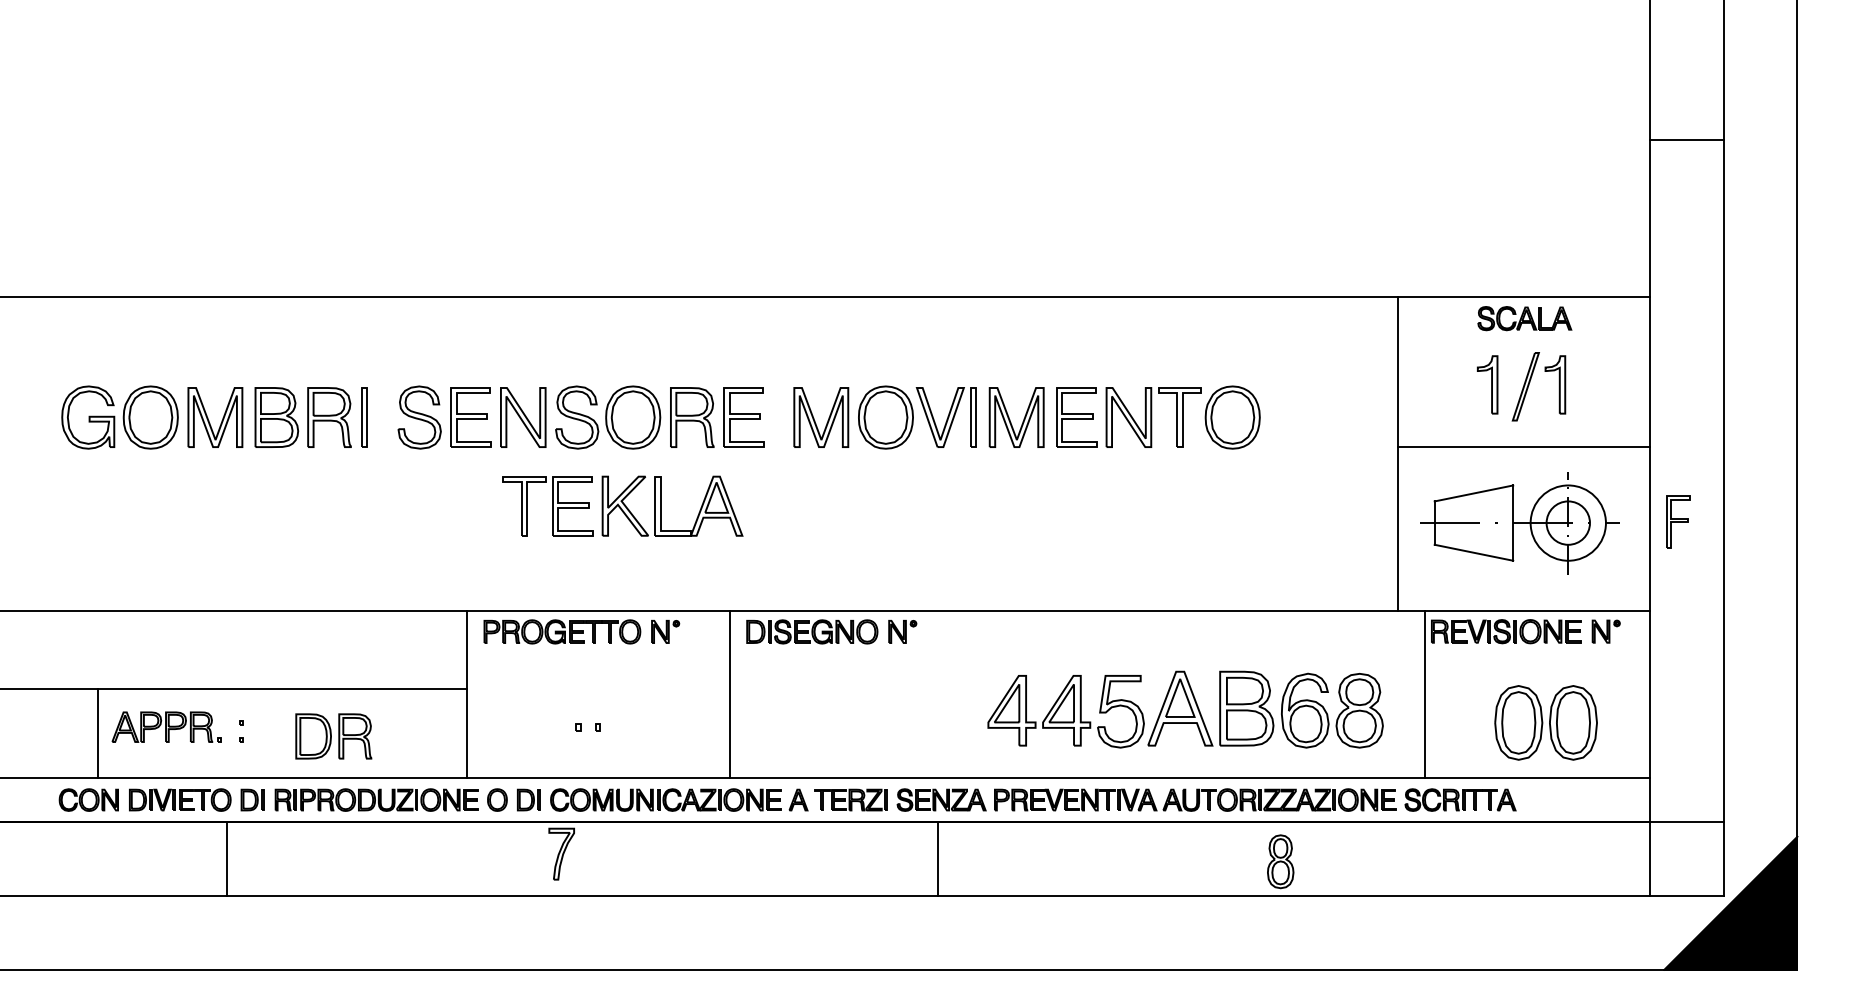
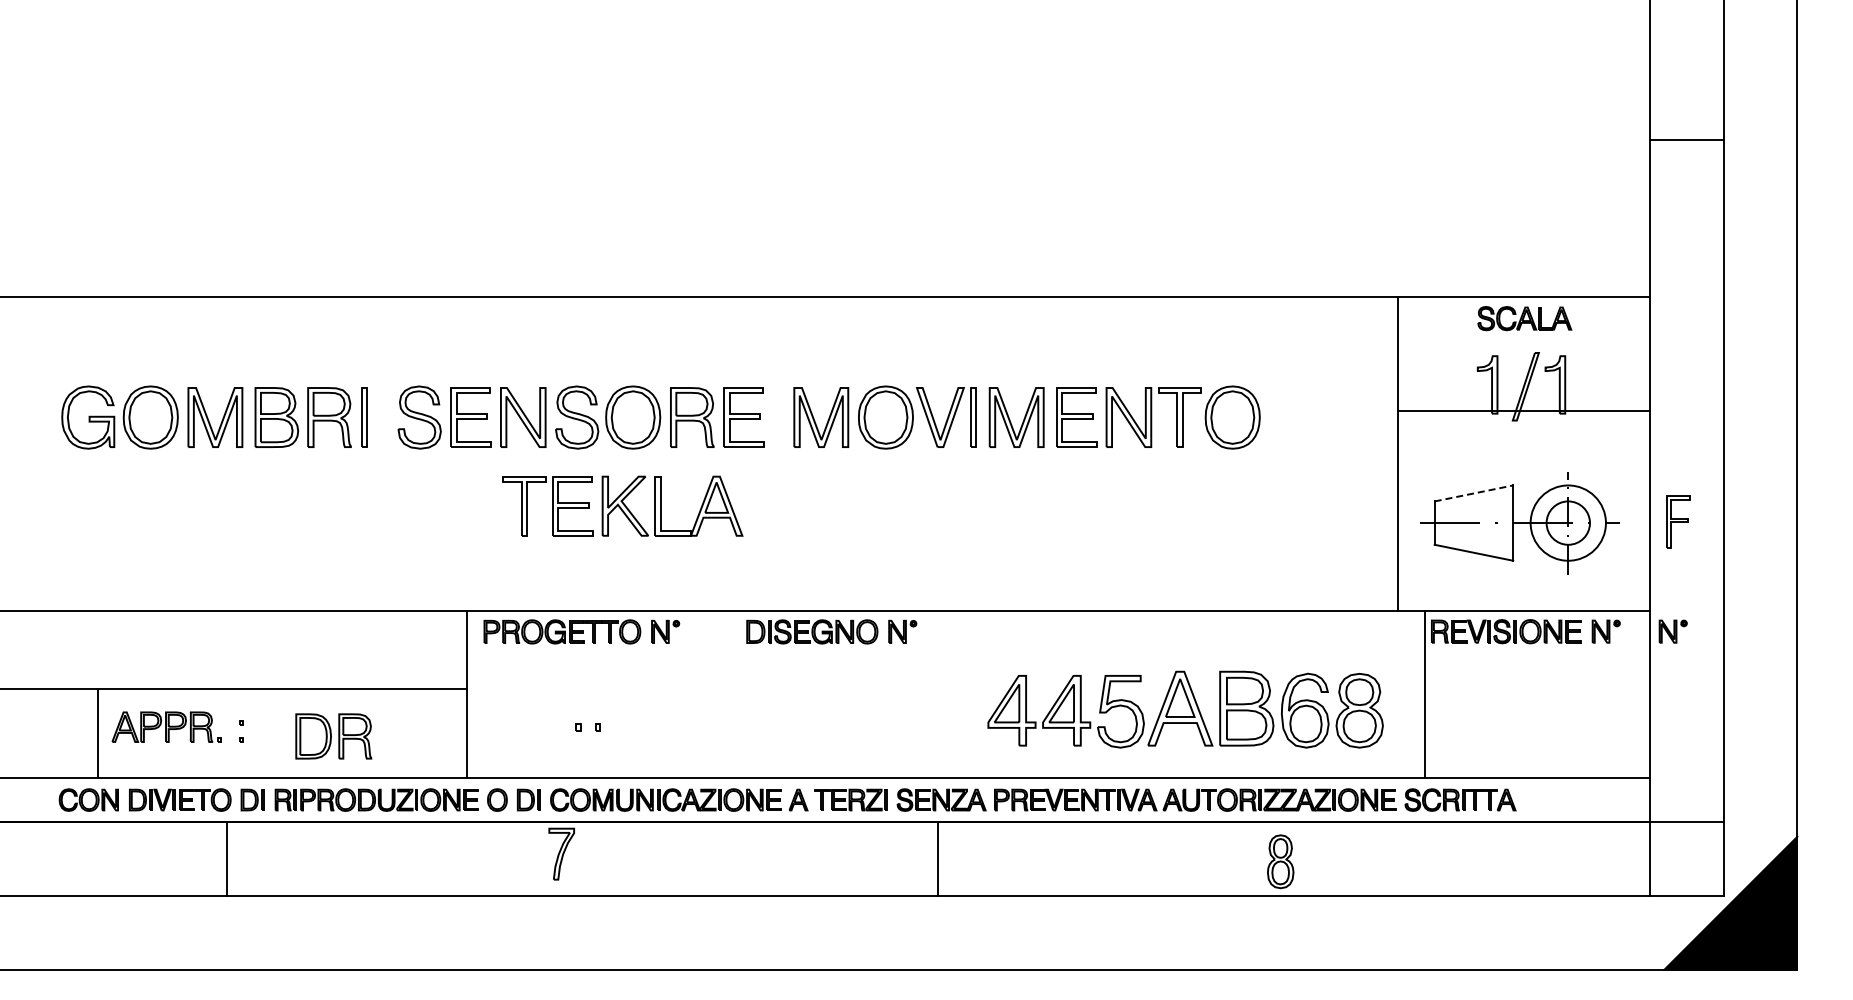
line at (1523, 446) position: (1523, 446) -> (1523, 410)
line at (1474, 493): solid -> dashed
part at (1672, 631): none -> present
line at (729, 693): present -> none
part at (1545, 722): present -> none
